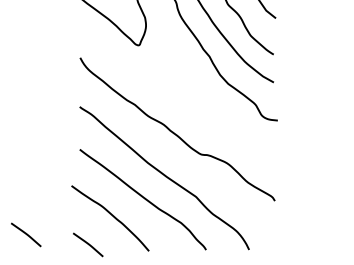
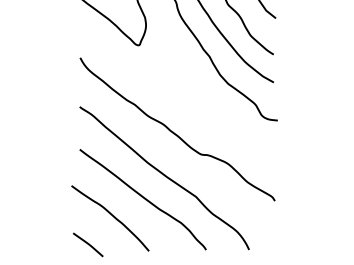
line at (26, 234): present -> none
